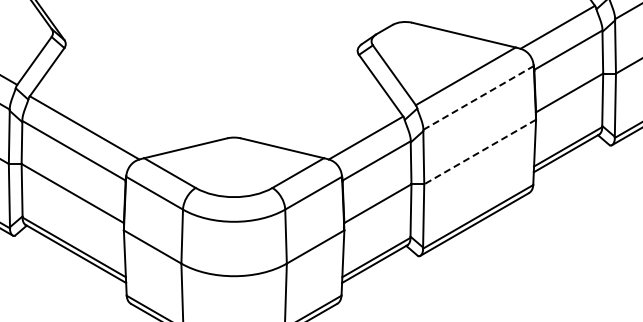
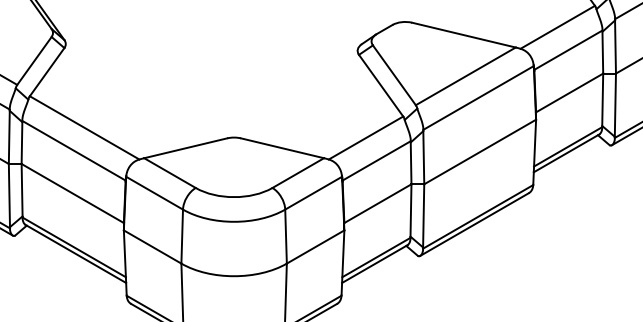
line at (478, 97): dashed -> solid
line at (480, 152): dashed -> solid
